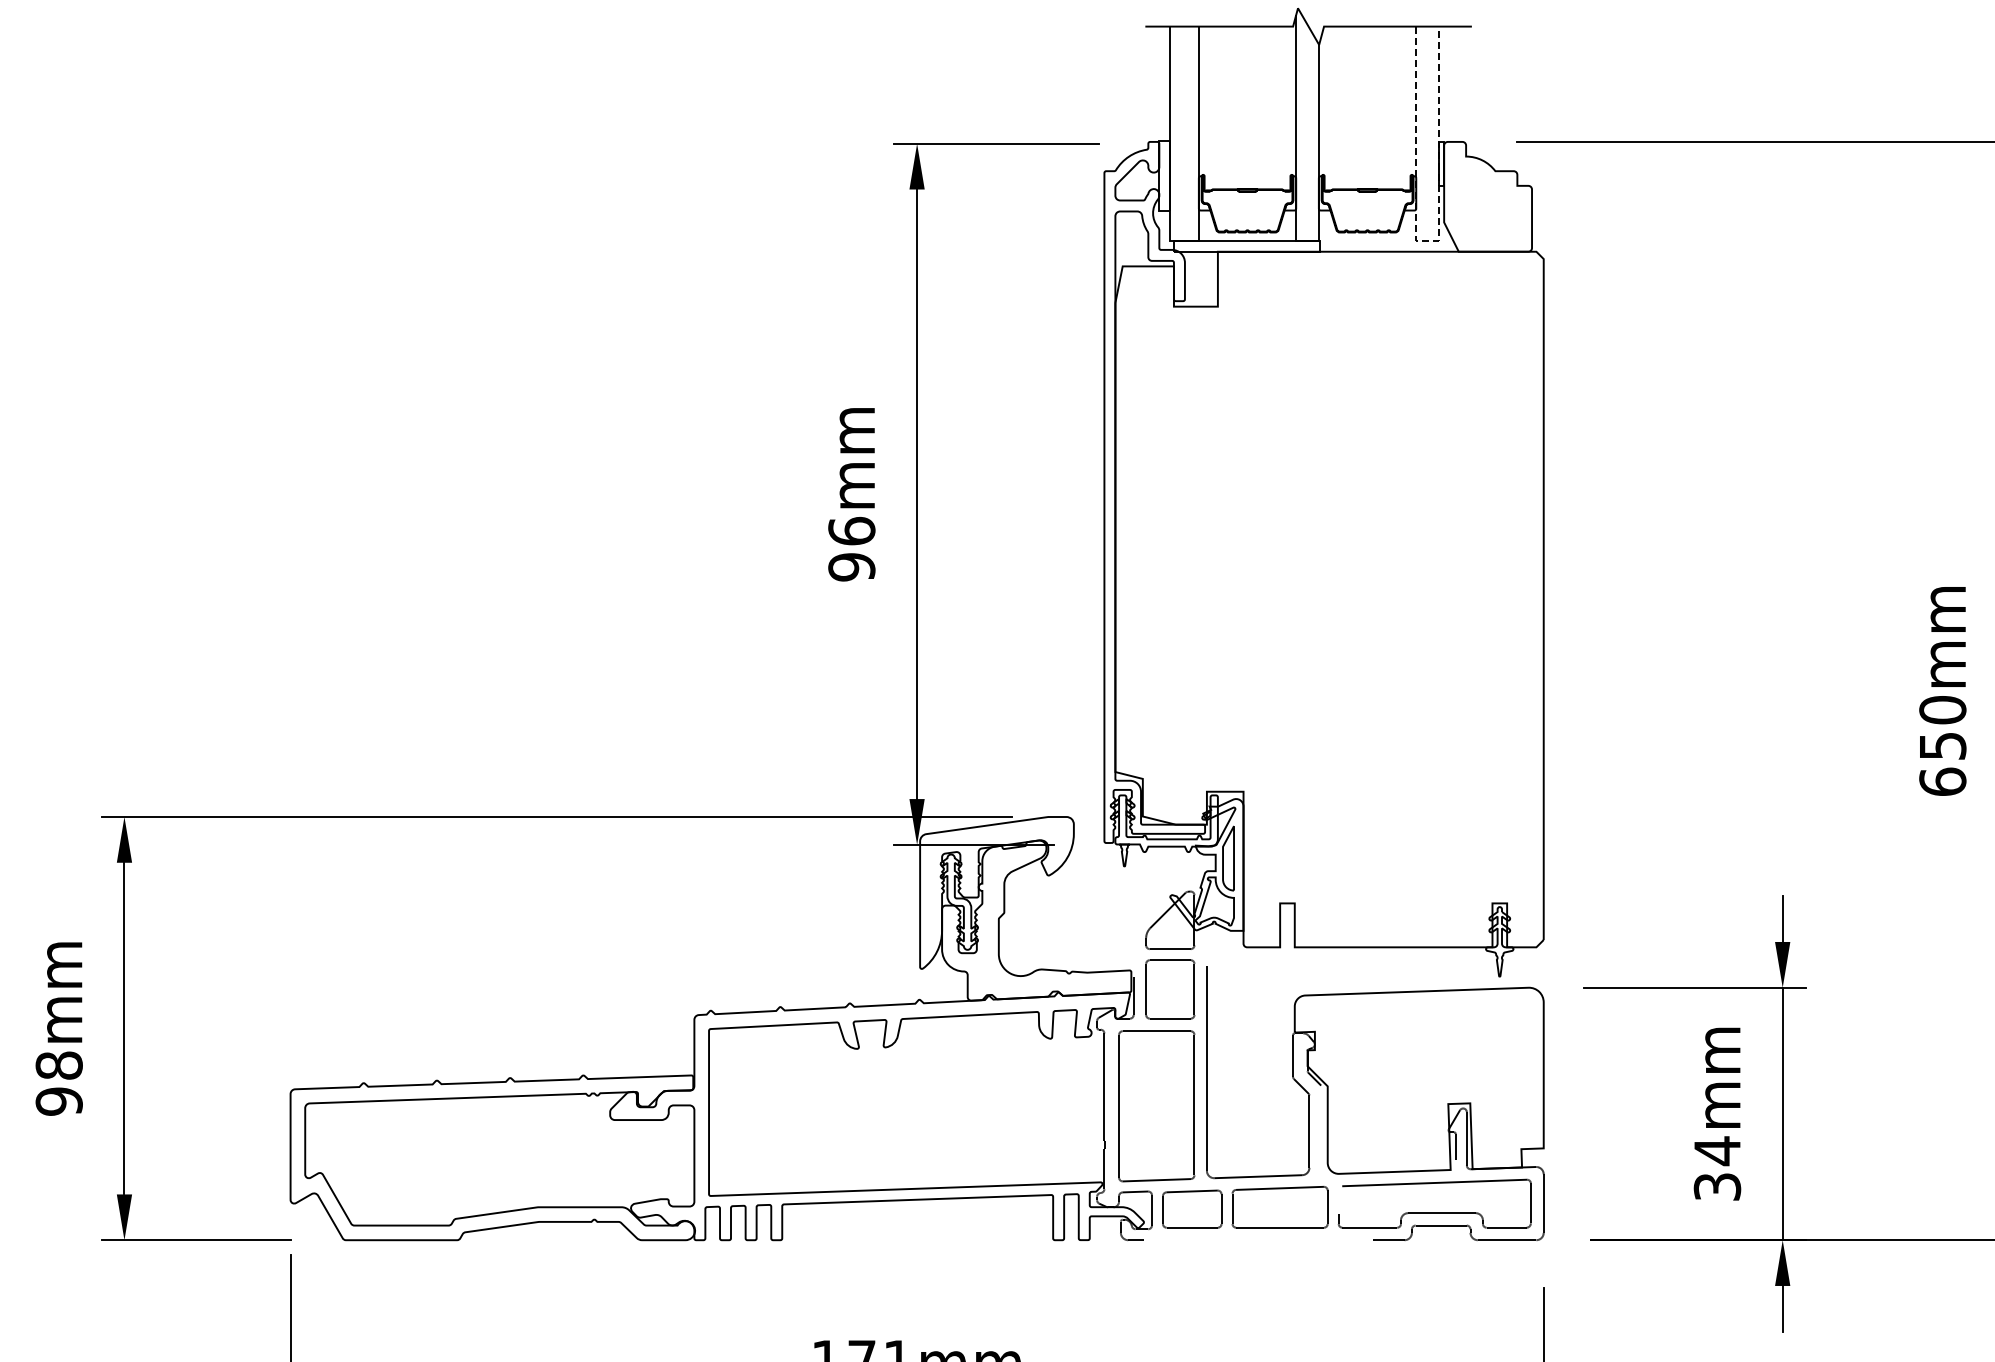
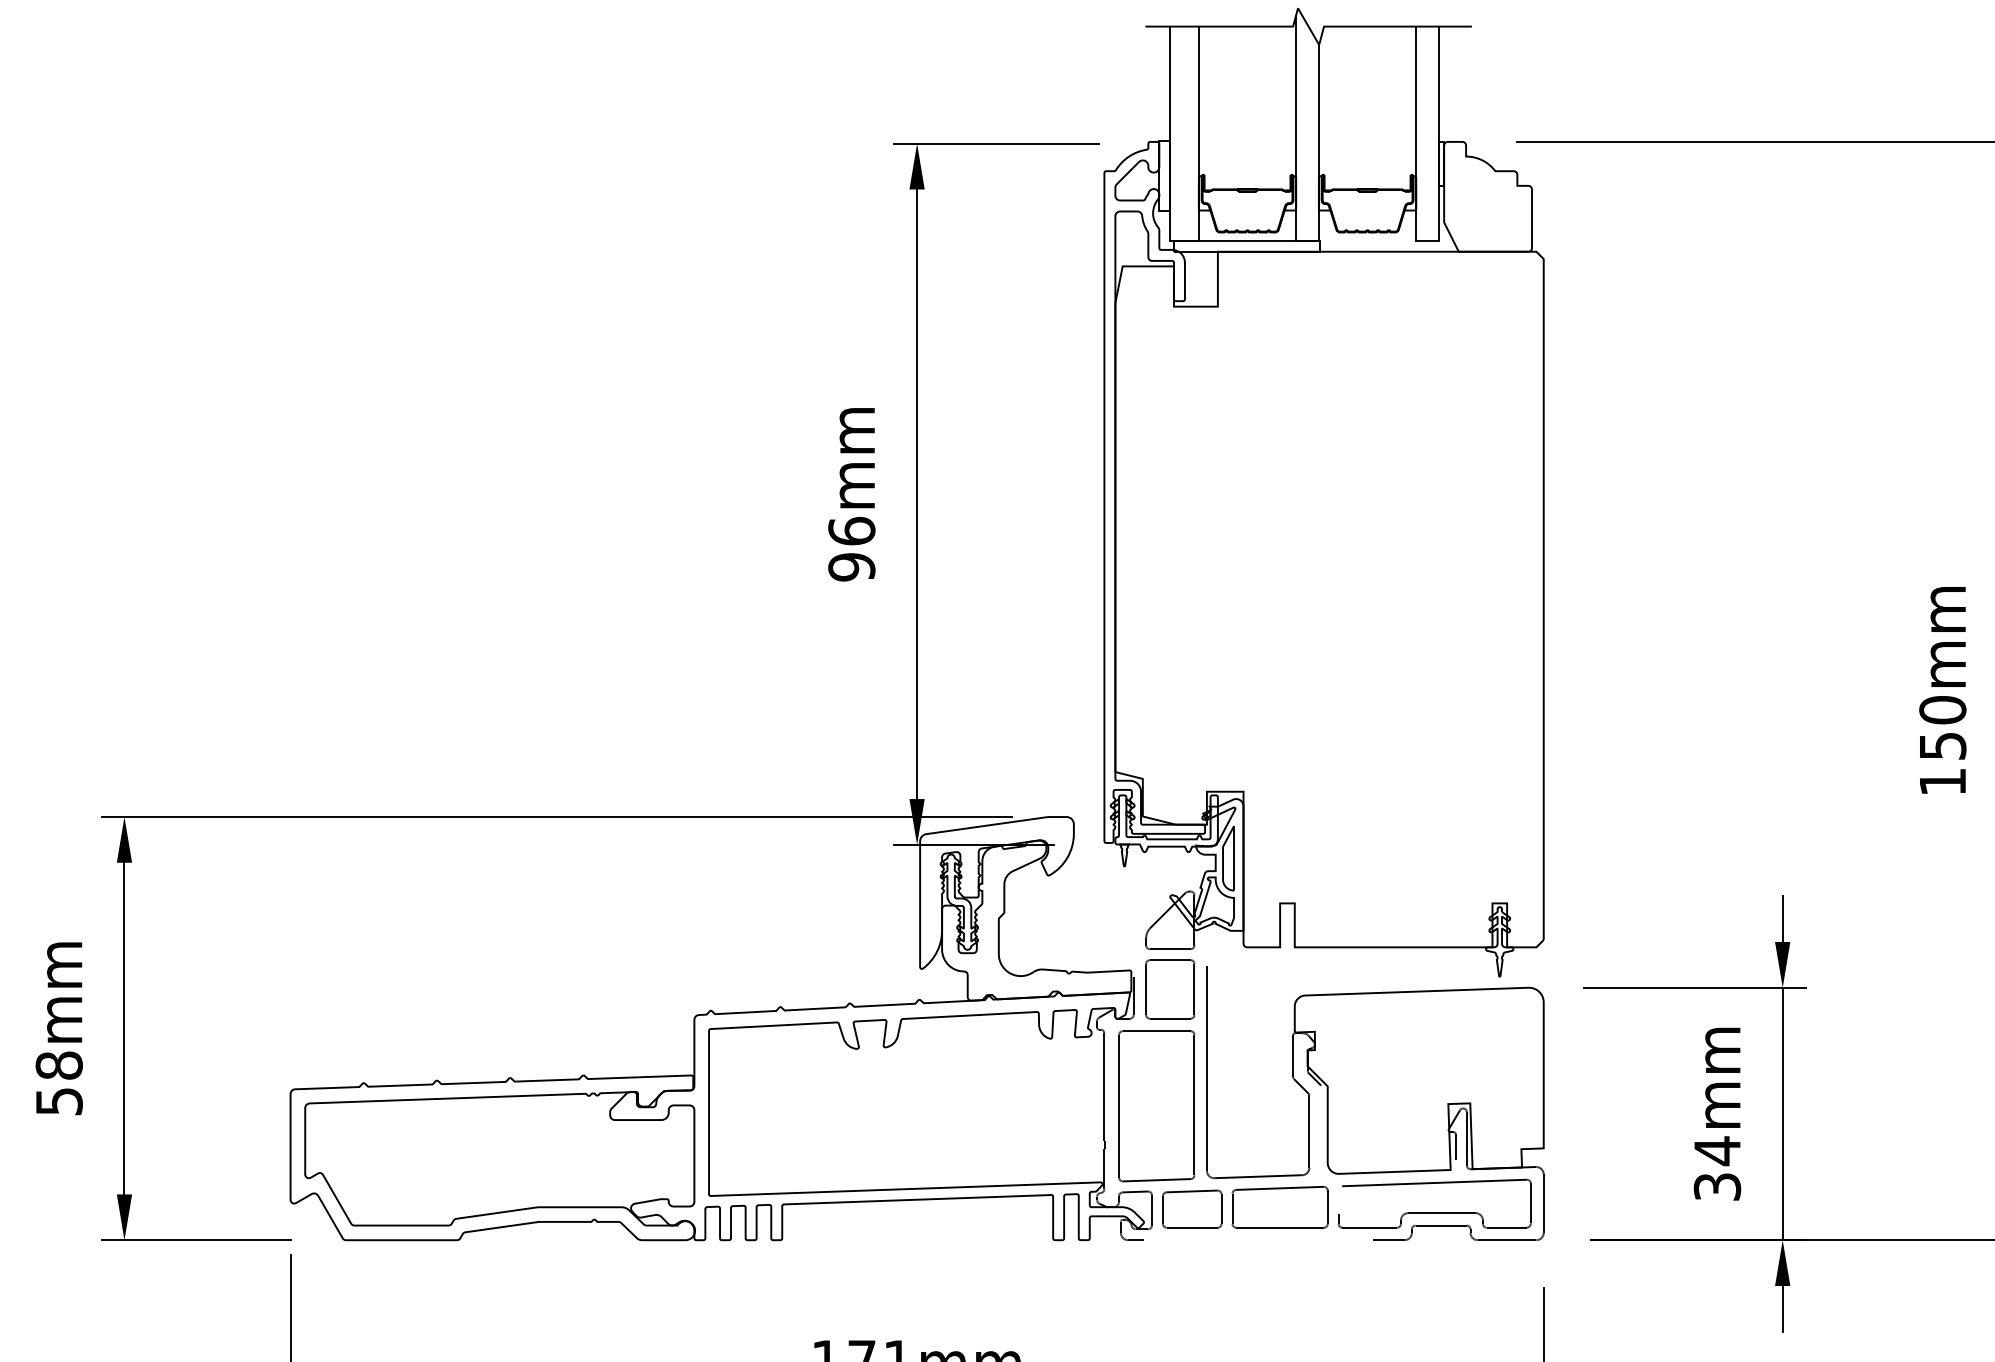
line at (1428, 240): dashed -> solid
text at (1942, 781): 650mm -> 150mm
text at (58, 1101): 98mm -> 58mm
